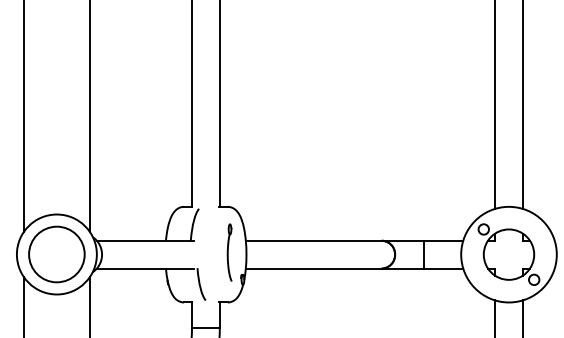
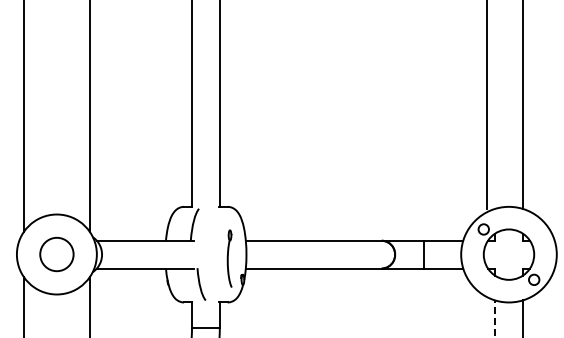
line at (495, 105) position: (495, 105) -> (487, 105)
part at (229, 252) position: (229, 252) -> (229, 258)
circle at (56, 254) size: 58x59 px -> 36x37 px
line at (495, 318): solid -> dashed
